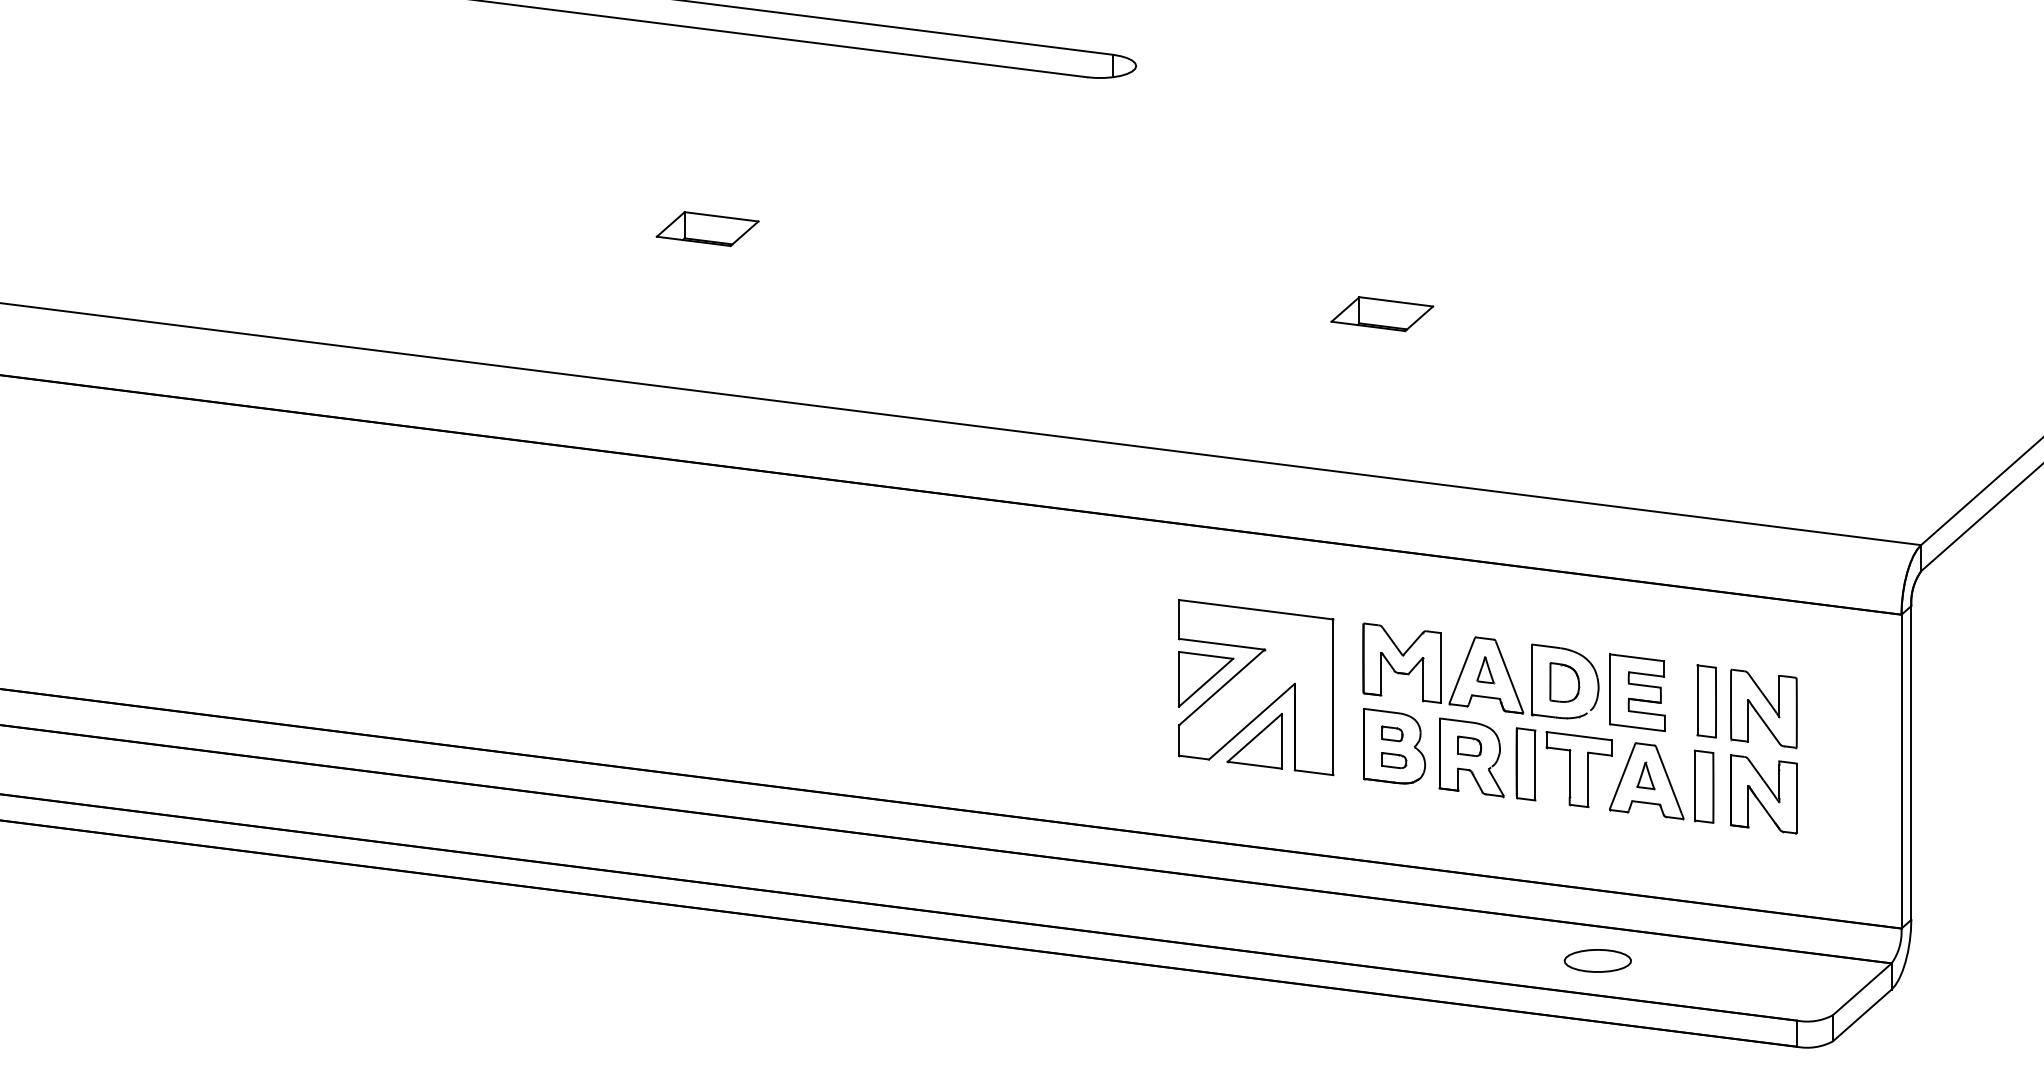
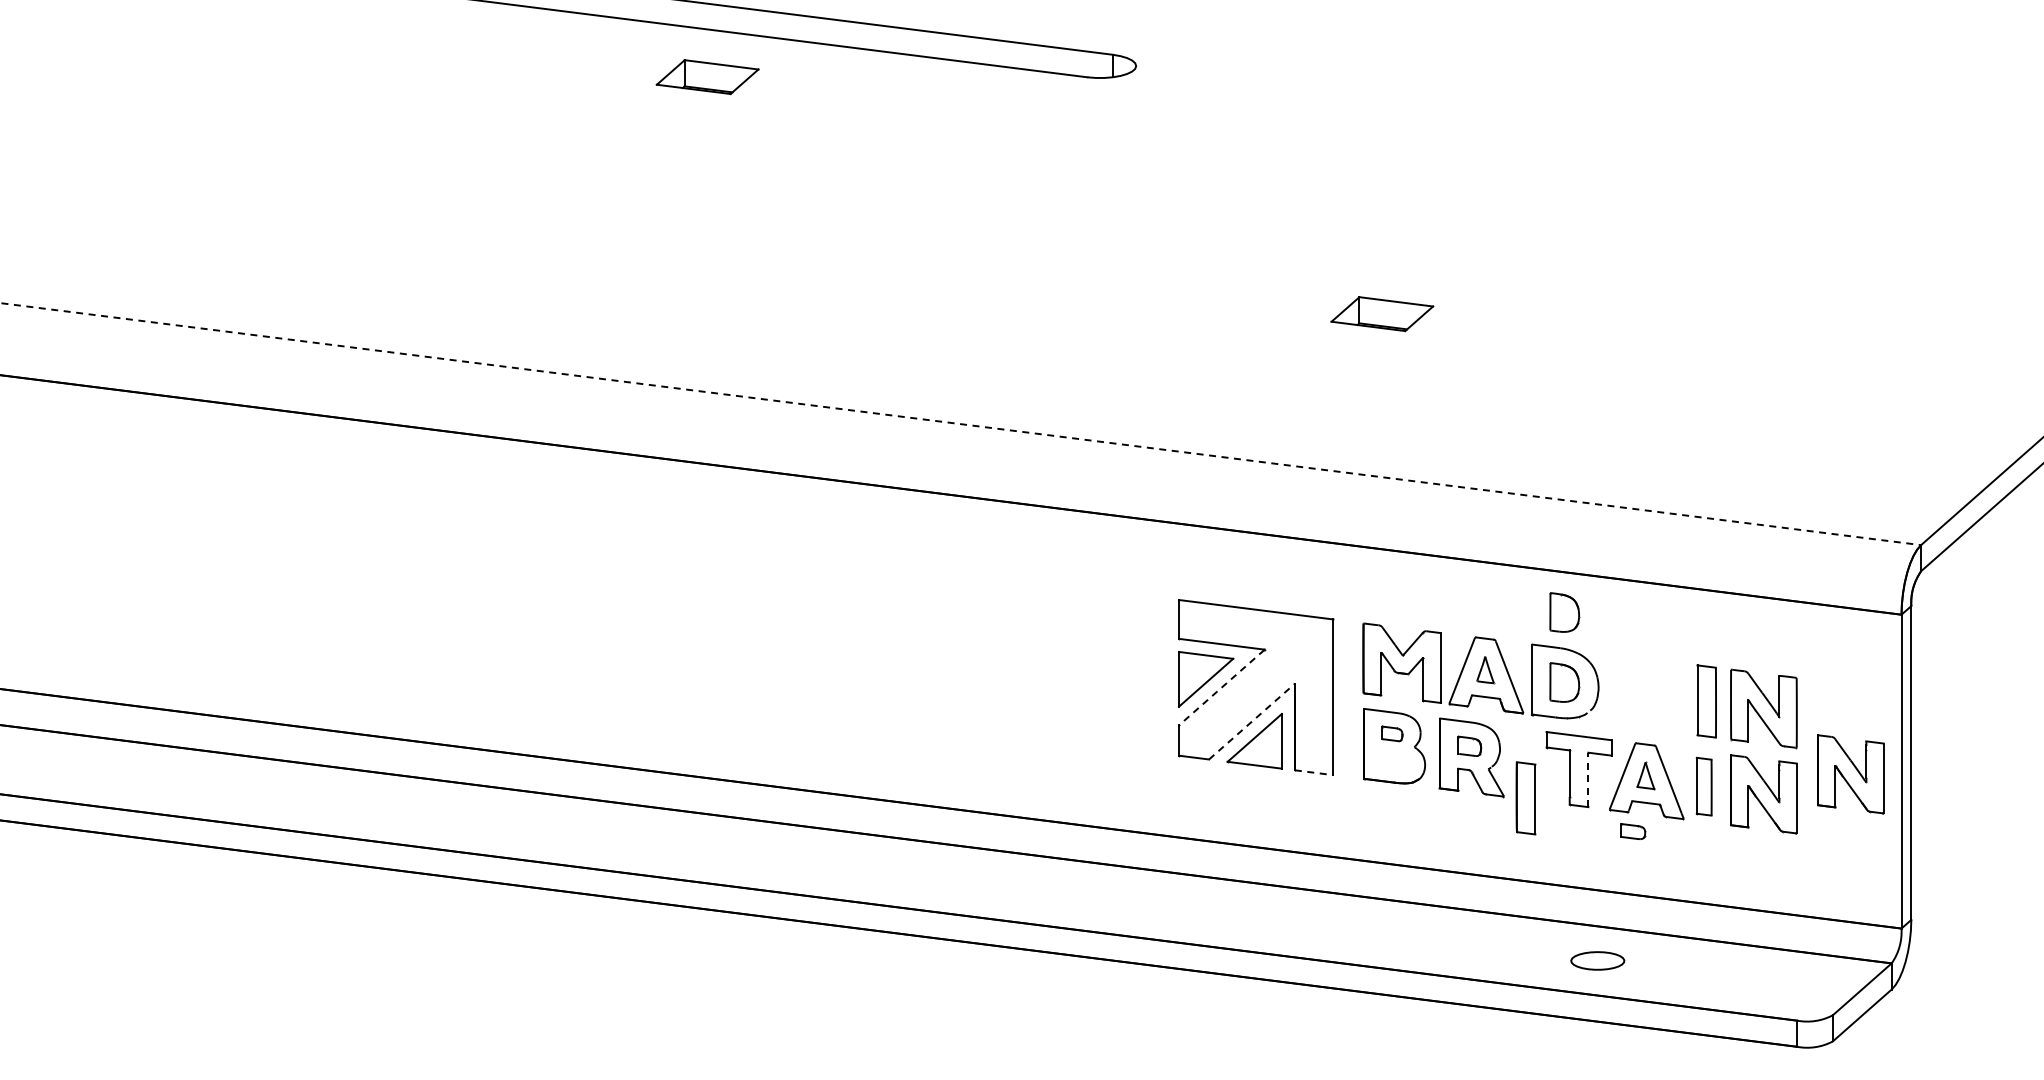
part at (707, 229) position: (707, 229) -> (707, 77)
line at (960, 424): solid -> dashed
part at (1564, 612): none -> present
line at (1221, 687): solid -> dashed
part at (1637, 692): present -> none
line at (1252, 721): solid -> dashed
part at (1394, 760) position: (1394, 760) -> (1633, 831)
part at (1525, 764) position: (1525, 764) -> (1525, 798)
line at (1314, 772): solid -> dashed
part at (1850, 774): none -> present
line at (1588, 779): solid -> dashed
part at (1704, 786) size: 21x75 px -> 18x61 px
part at (1597, 960) size: 69x24 px -> 56x20 px
